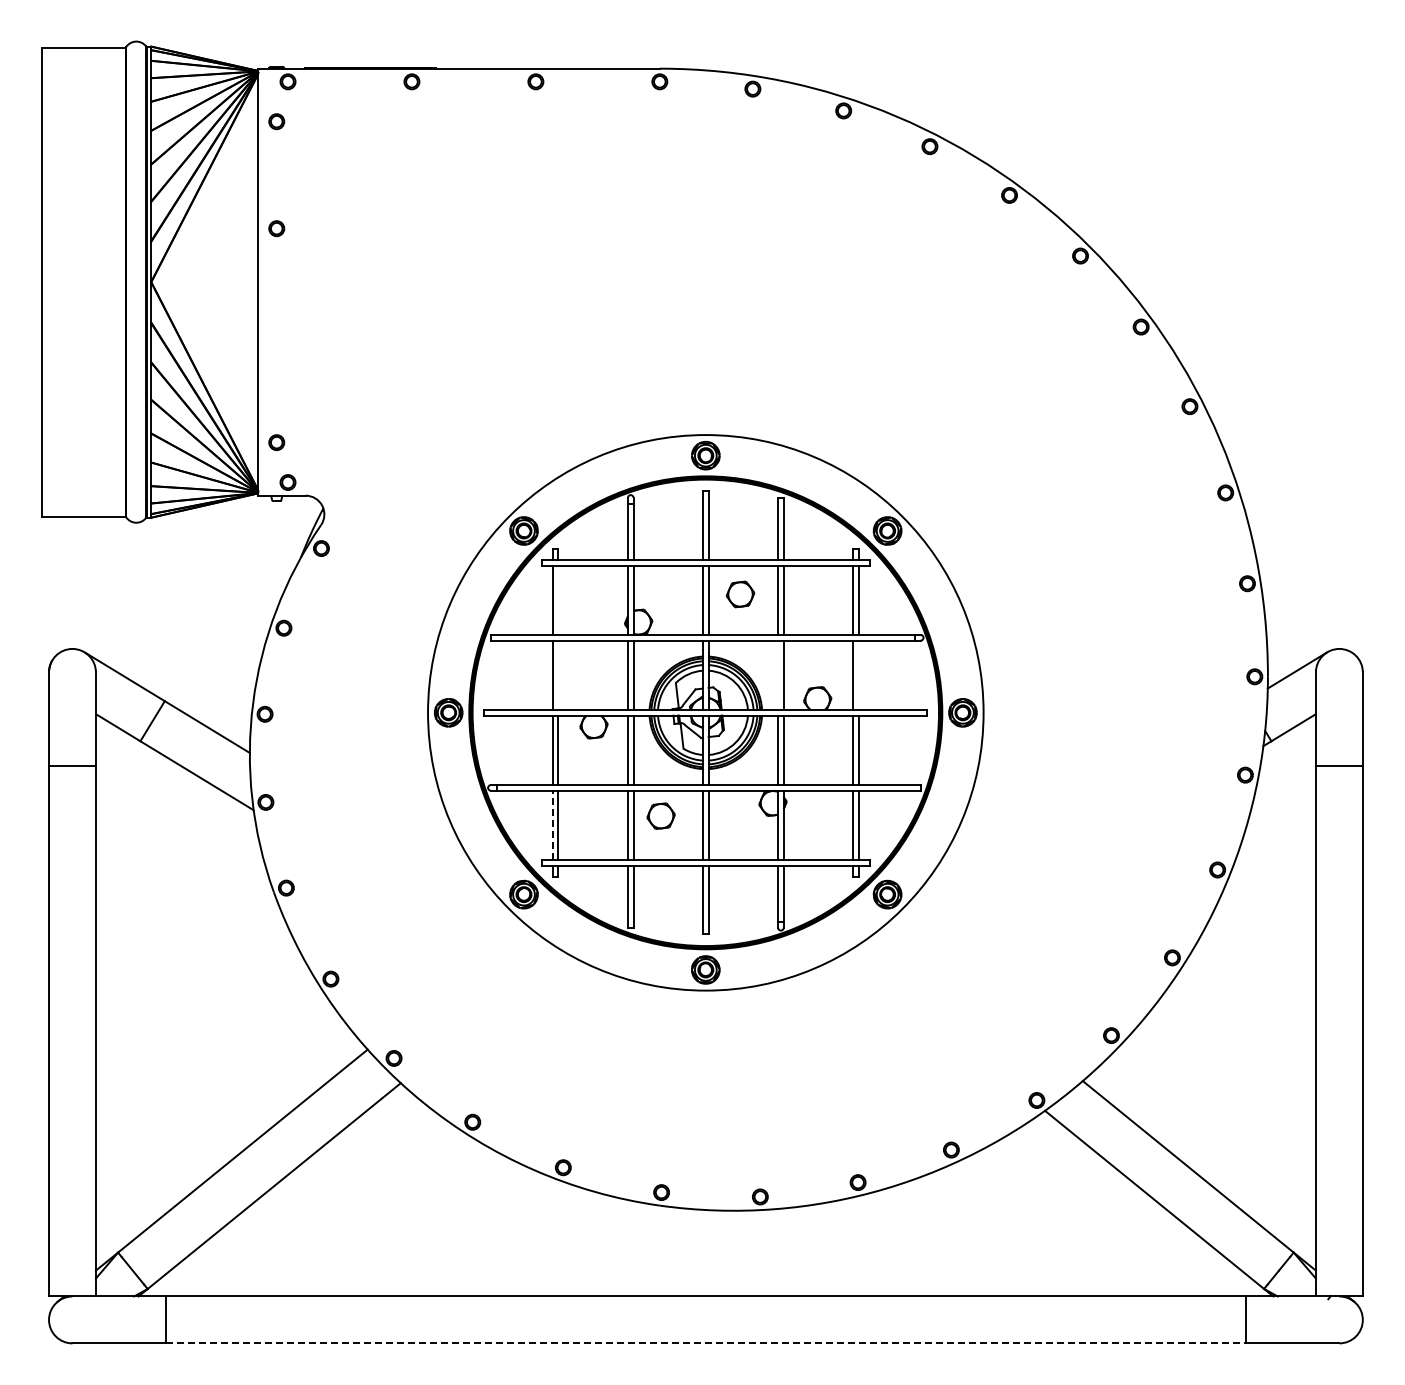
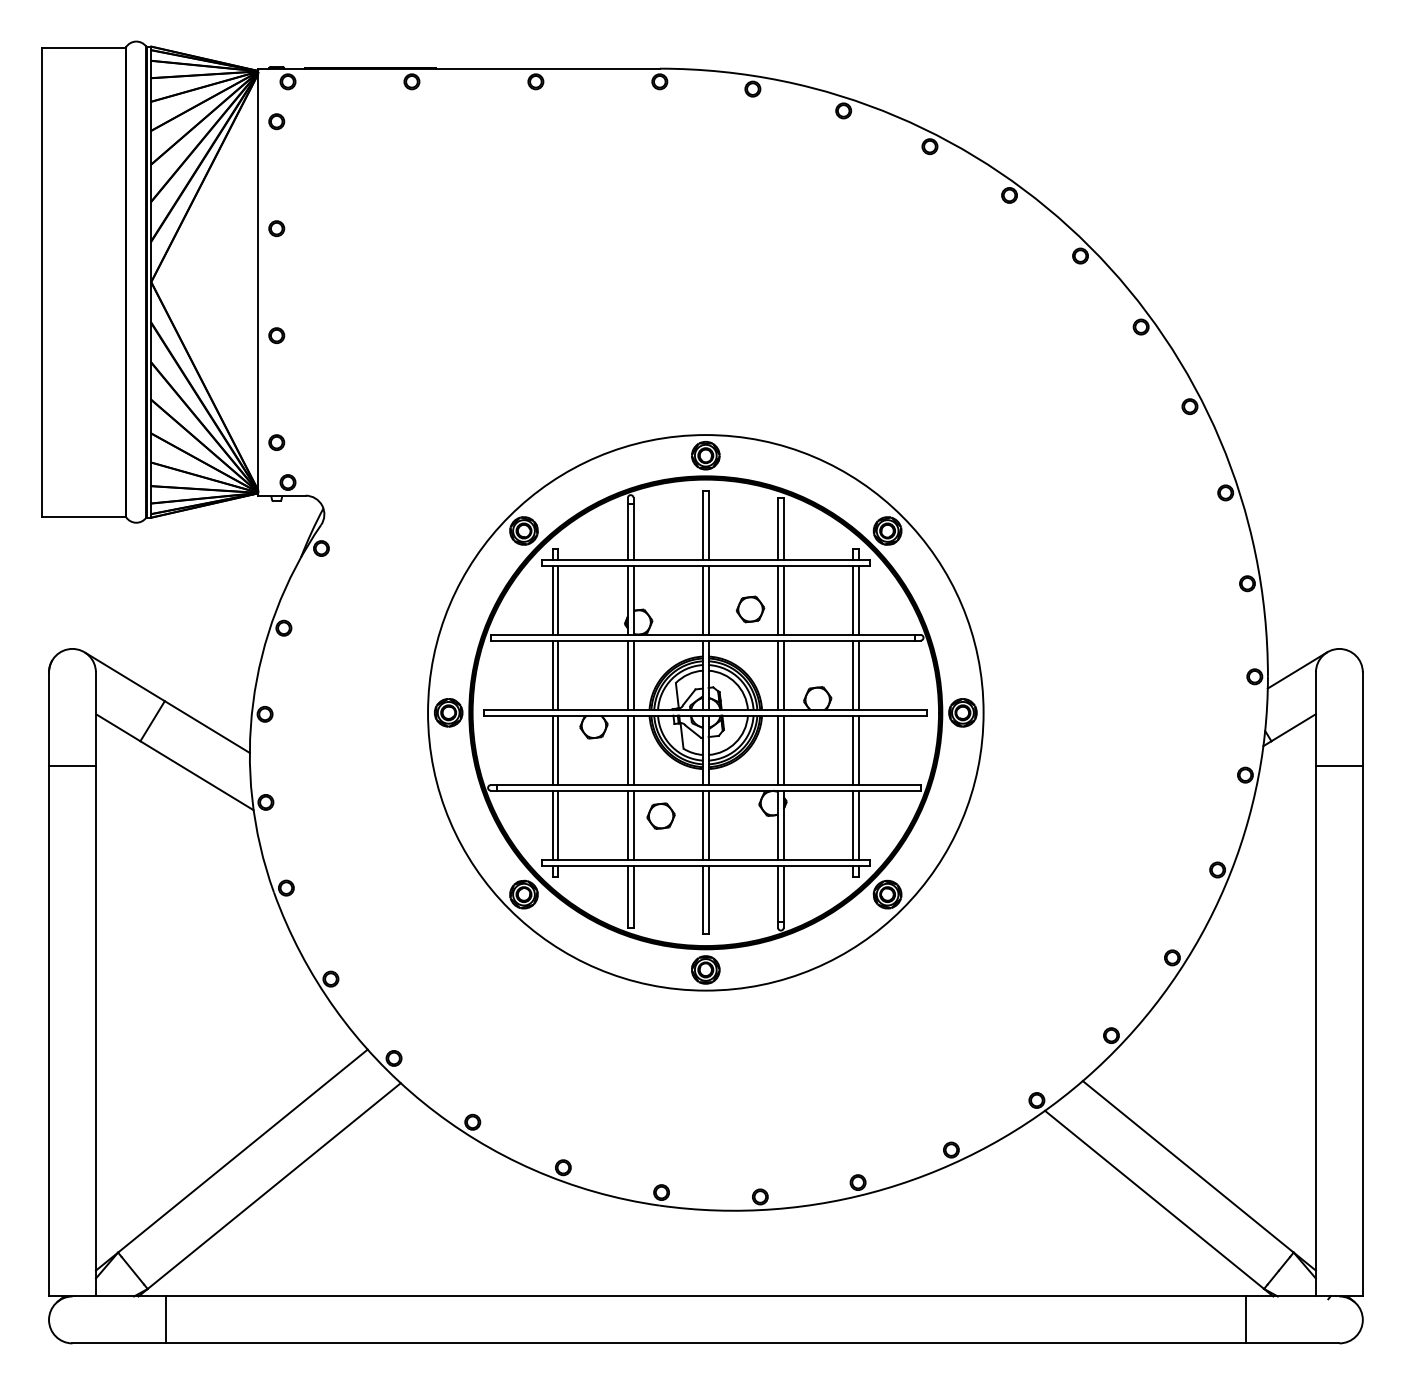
part at (276, 335): none -> present
part at (740, 594) position: (740, 594) -> (750, 609)
line at (558, 599): none -> present
line at (558, 675): none -> present
line at (778, 675): none -> present
line at (858, 675): none -> present
line at (552, 825): dashed -> solid
line at (705, 1343): dashed -> solid
